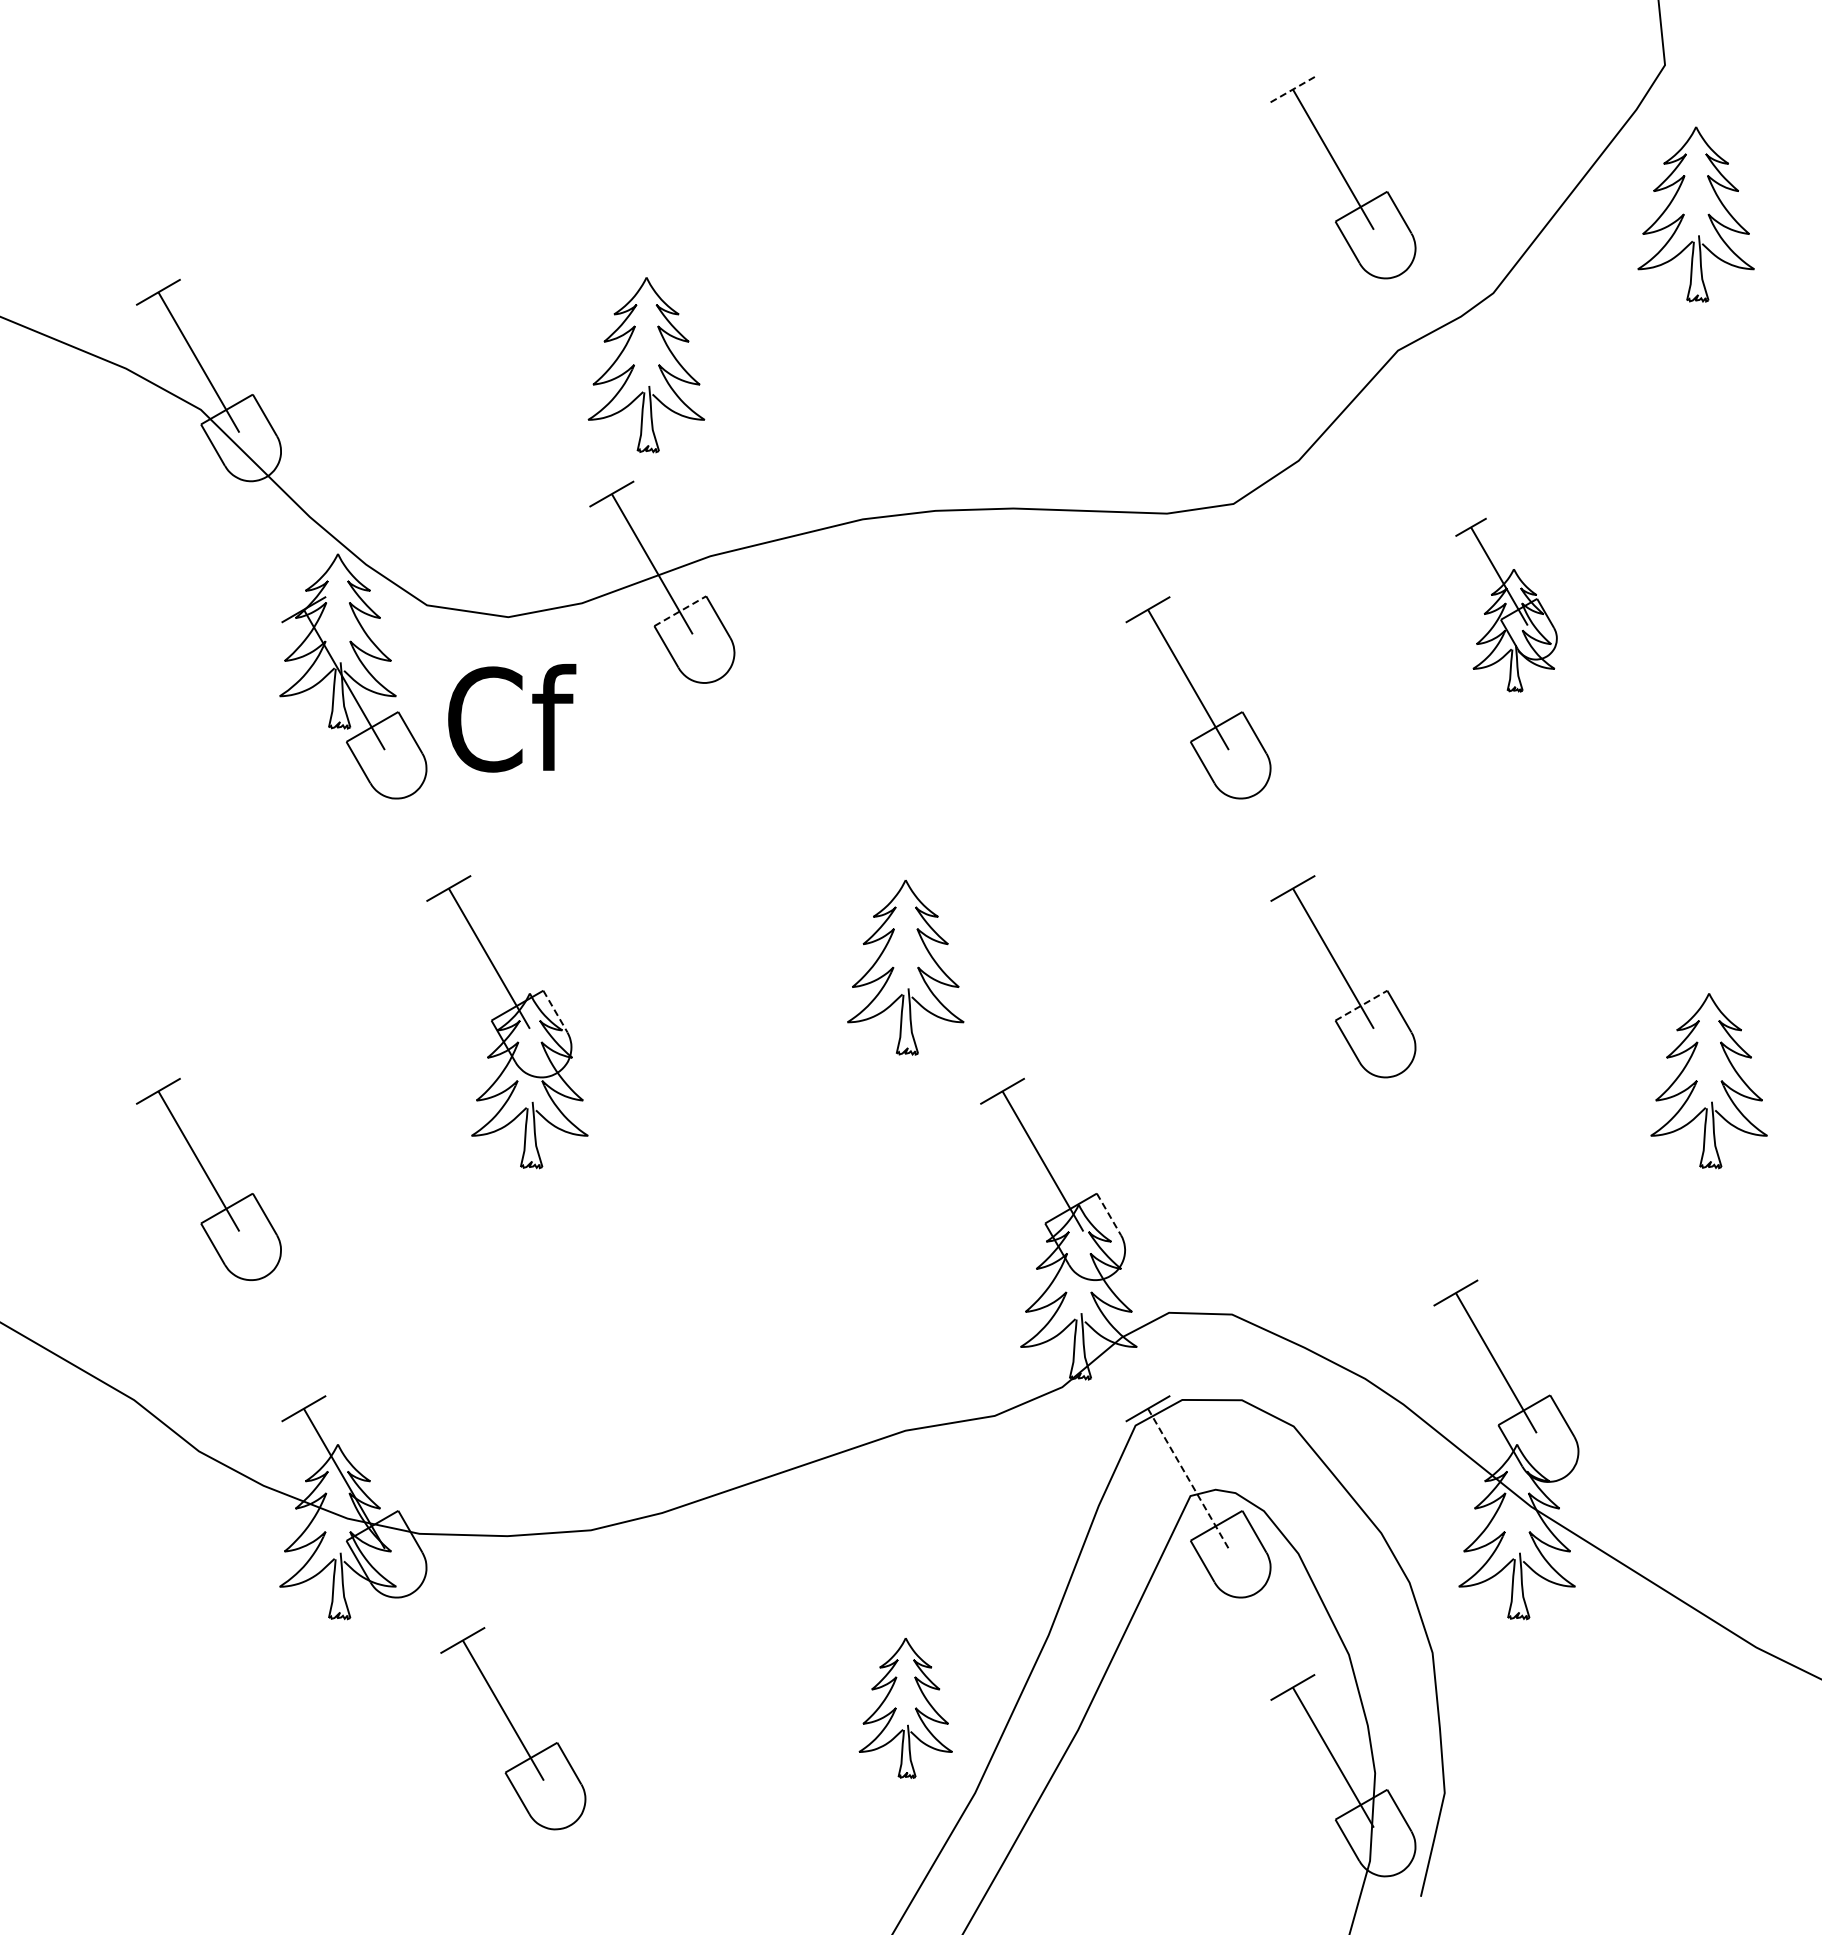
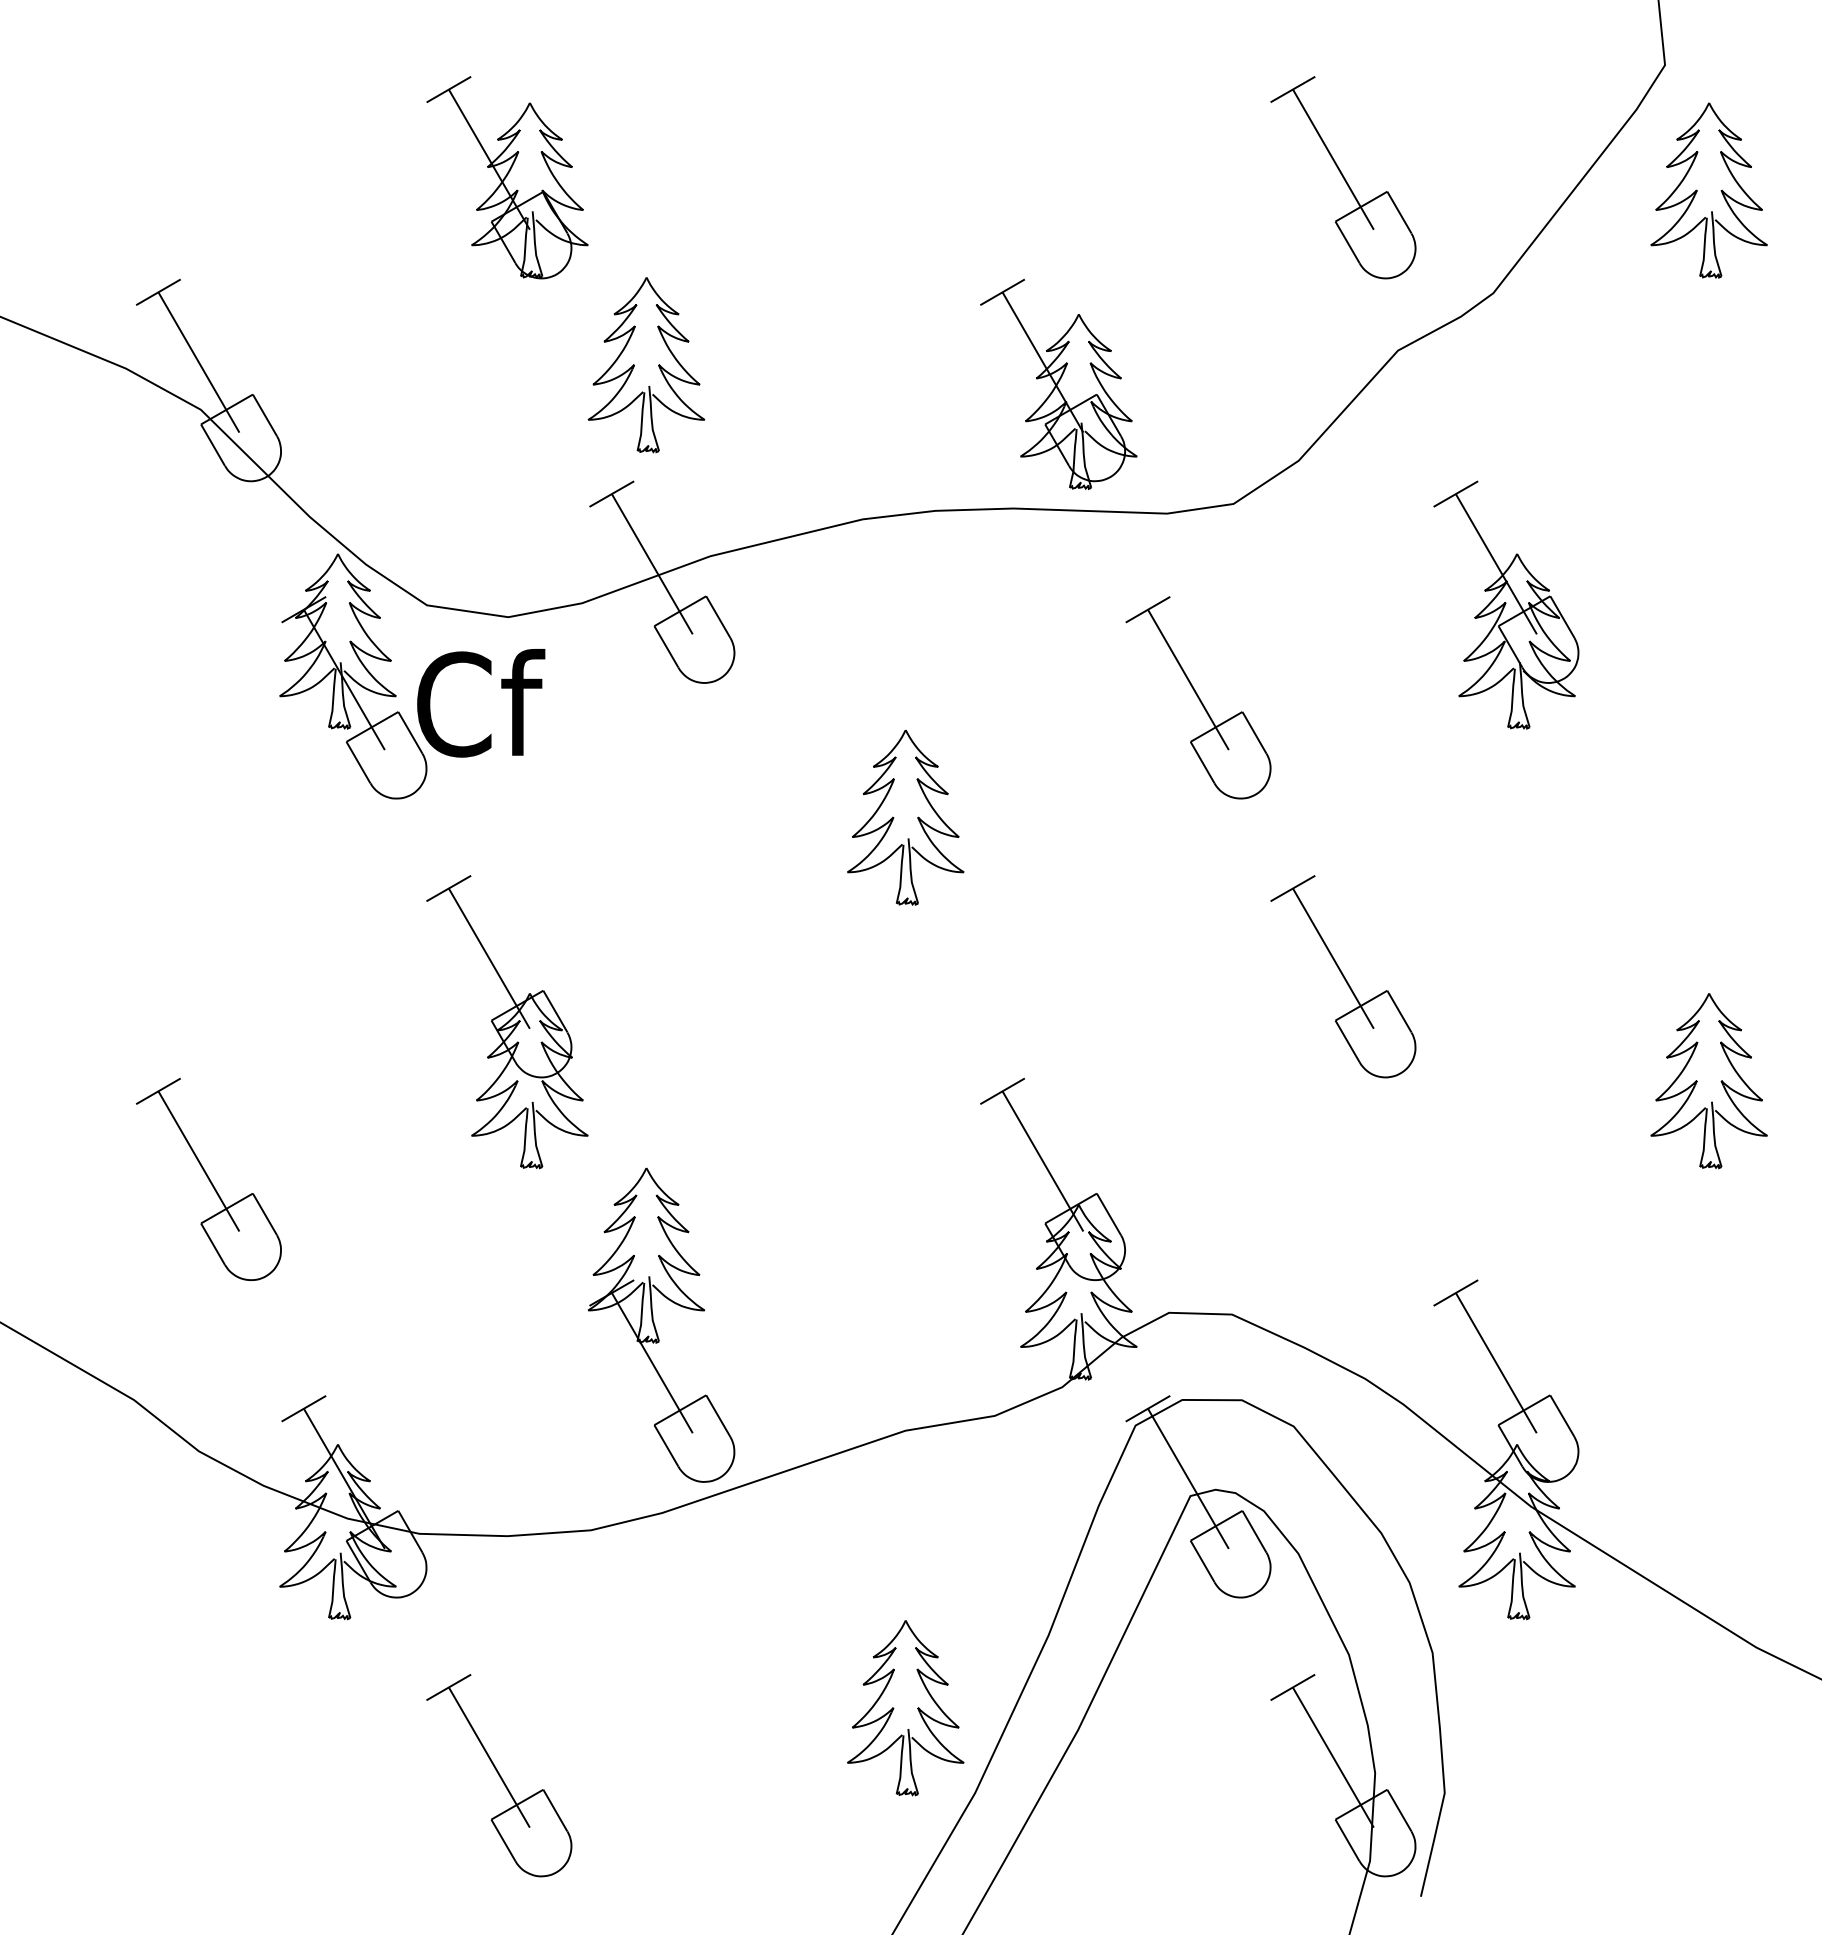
line at (1292, 89): dashed -> solid
part at (507, 177): none -> present
part at (1695, 214) position: (1695, 214) -> (1708, 190)
part at (1058, 383): none -> present
part at (1506, 604) size: 103x176 px -> 147x250 px
line at (680, 611): dashed -> solid
text at (512, 718) position: (512, 718) -> (481, 703)
part at (905, 967) position: (905, 967) -> (905, 817)
line at (1361, 1005): dashed -> solid
line at (555, 1012): dashed -> solid
line at (1109, 1214): dashed -> solid
part at (655, 1325): none -> present
line at (1188, 1478): dashed -> solid
part at (905, 1708) size: 95x141 px -> 118x177 px
part at (513, 1728) position: (513, 1728) -> (499, 1775)
